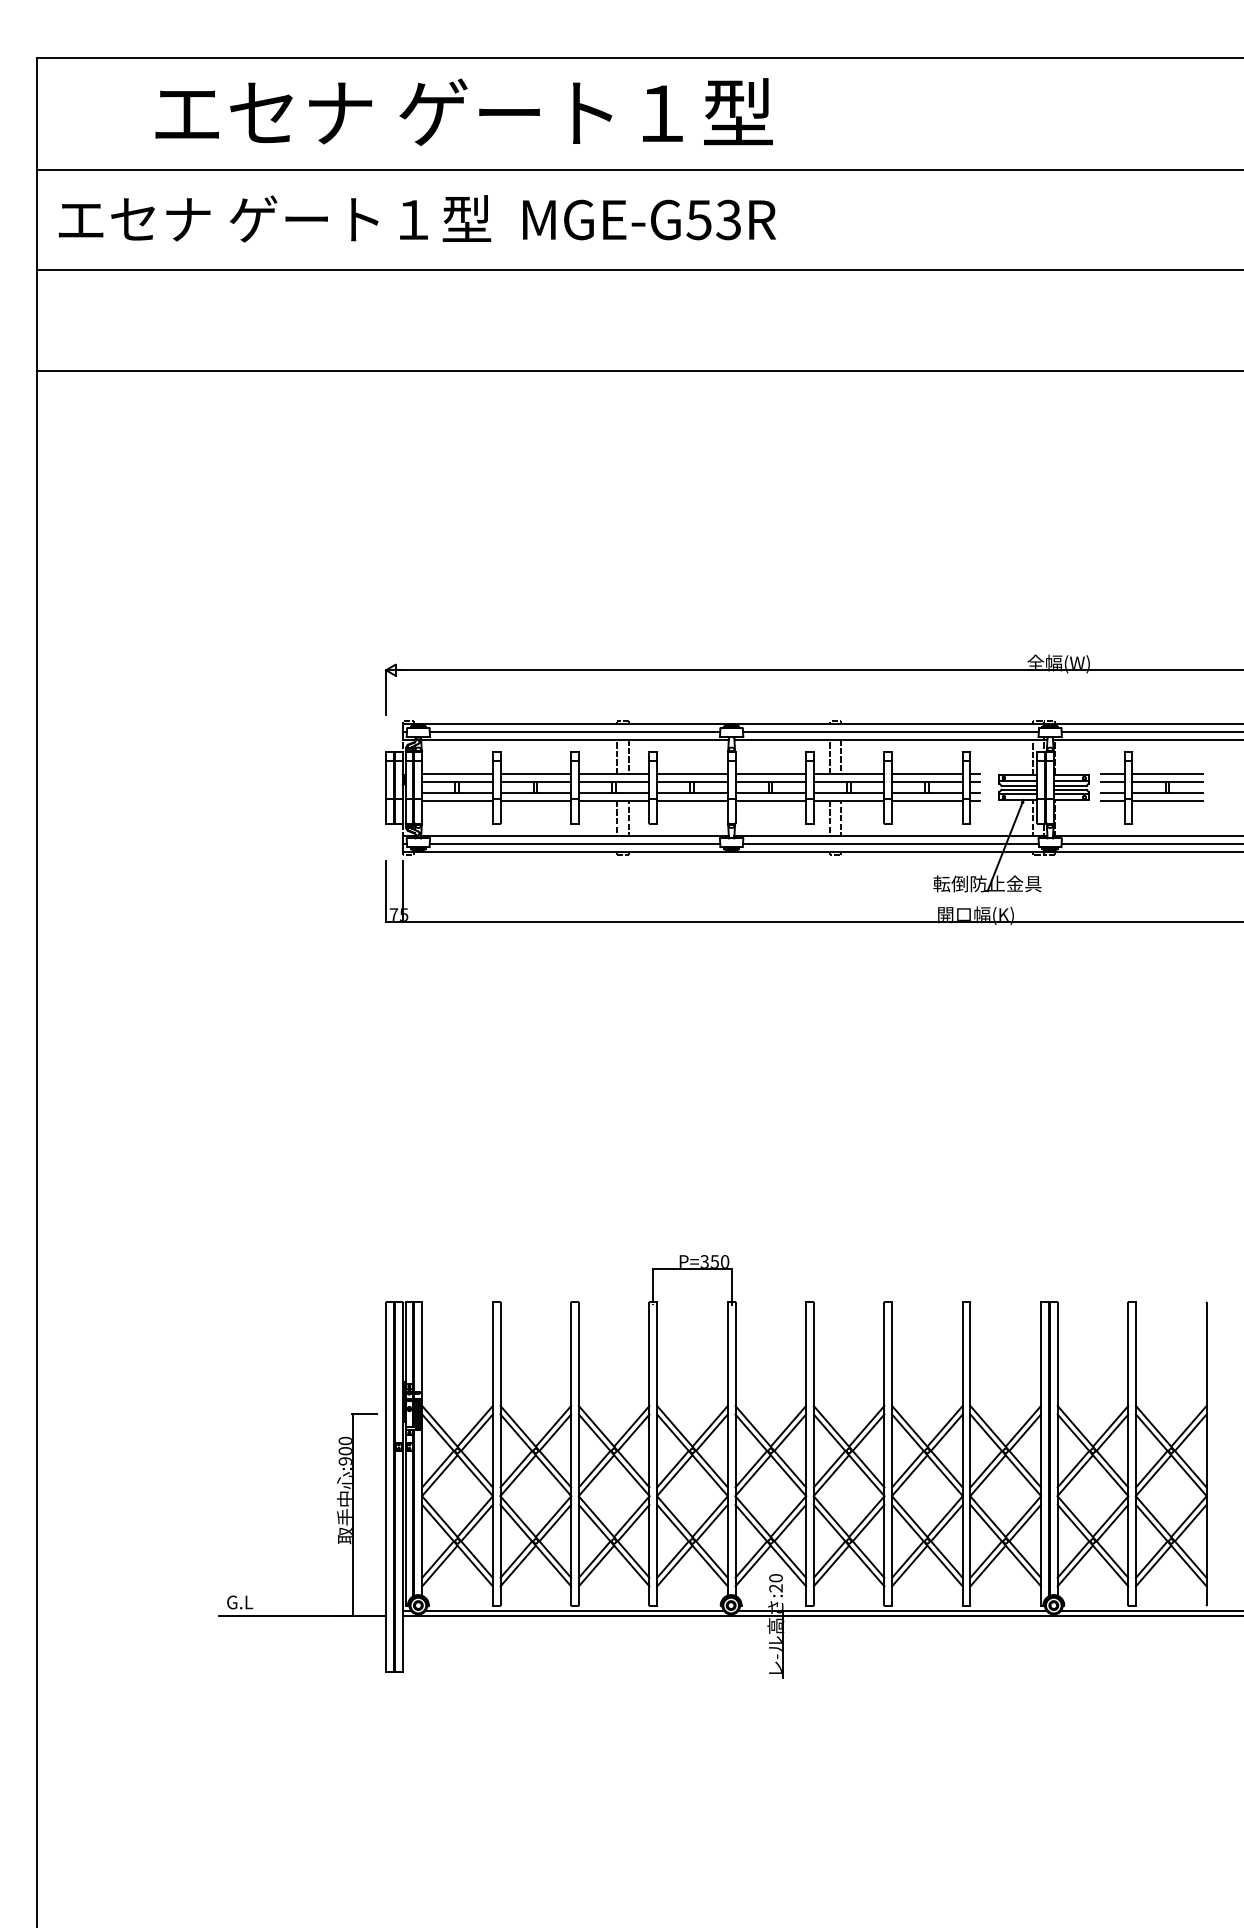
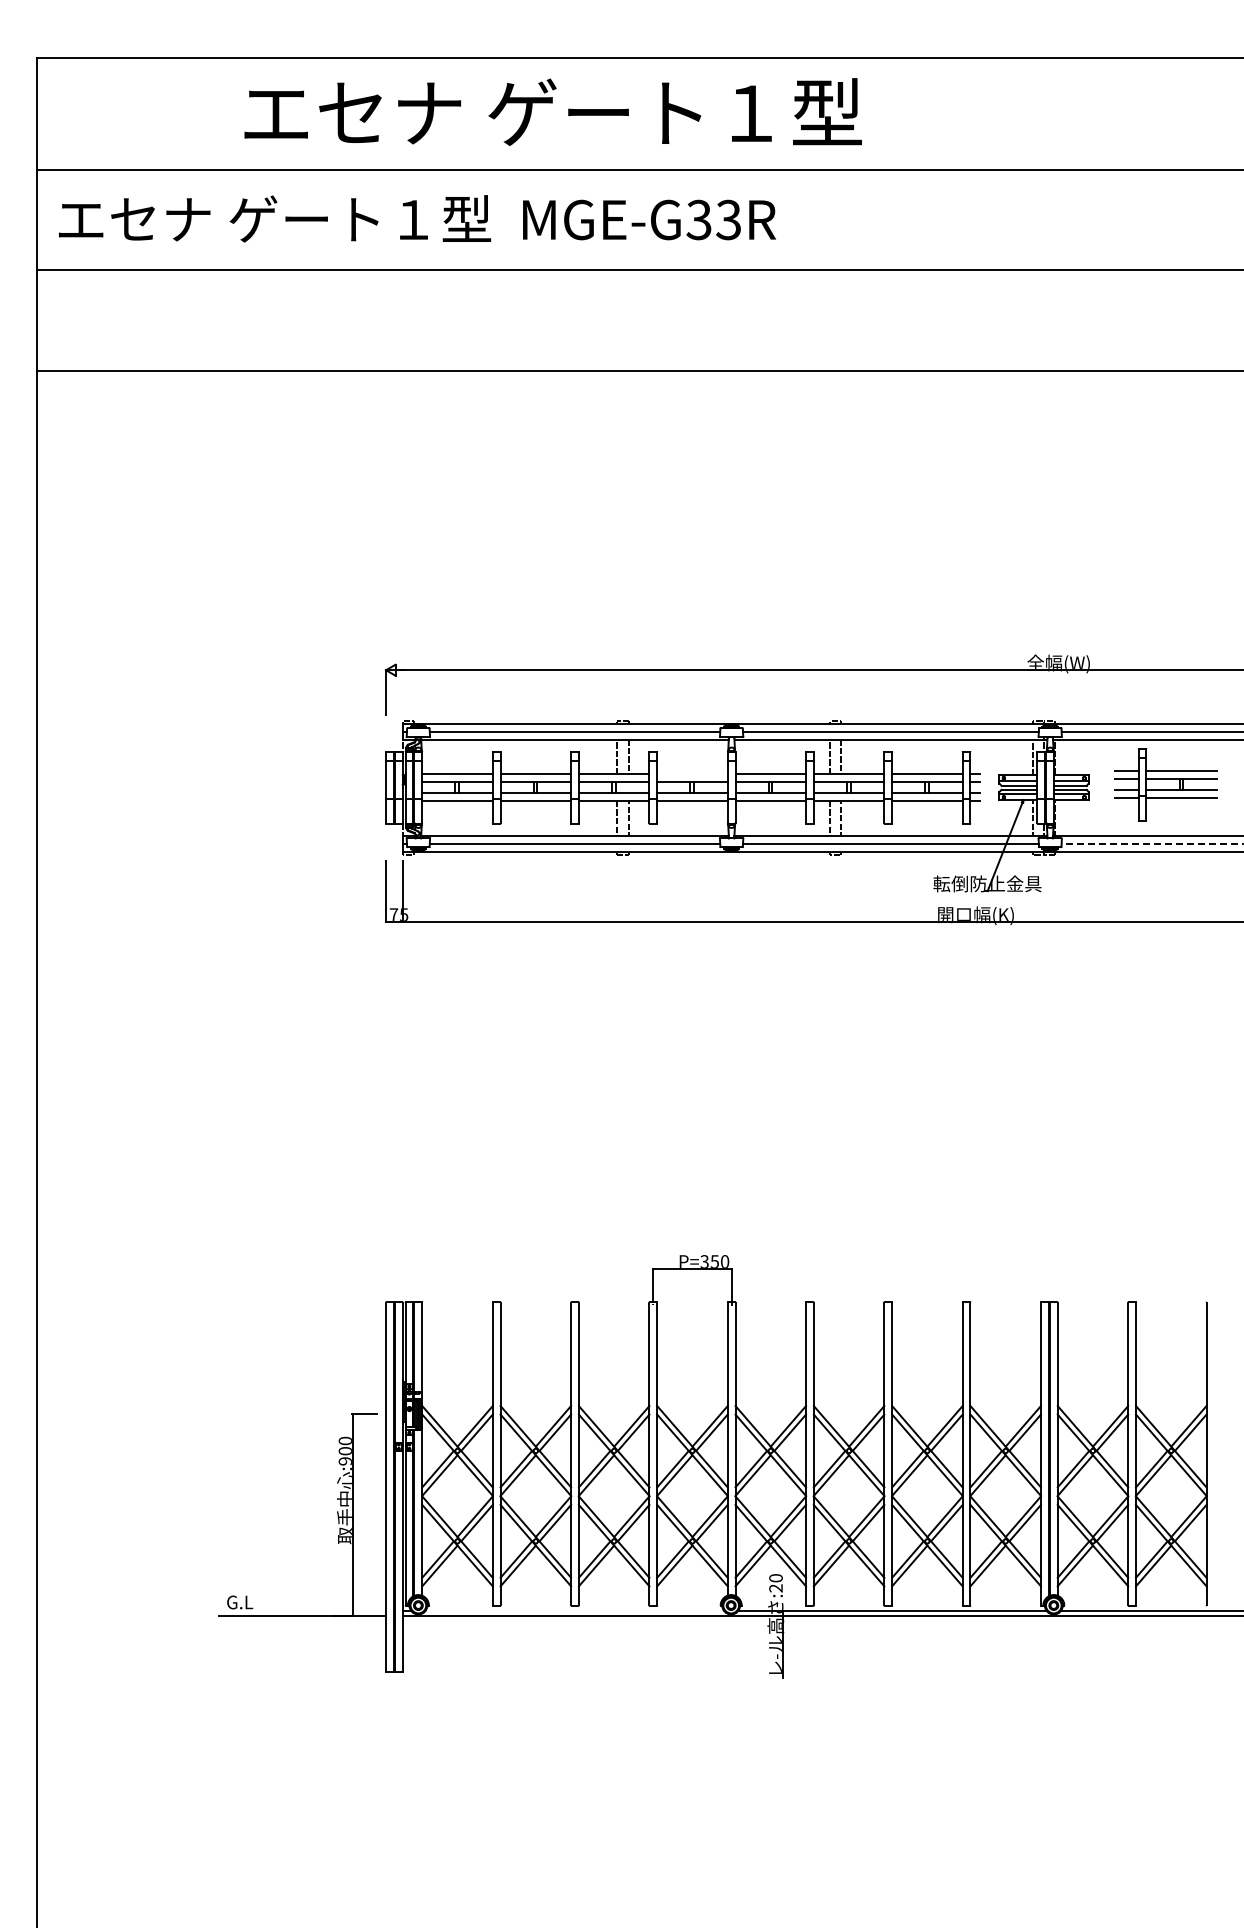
text at (463, 111) position: (463, 111) -> (552, 111)
text at (698, 219): MGE-G53R -> MGE-G33R
line at (692, 774): present -> none
part at (1151, 787) position: (1151, 787) -> (1165, 784)
line at (1152, 843): solid -> dashed
line at (574, 1611): present -> none
